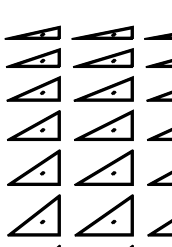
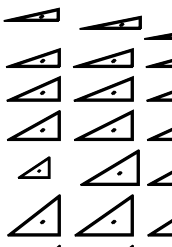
part at (32, 32) position: (32, 32) -> (31, 14)
part at (102, 32) position: (102, 32) -> (110, 22)
part at (33, 167) size: 54x37 px -> 34x23 px
part at (103, 167) position: (103, 167) -> (109, 167)
